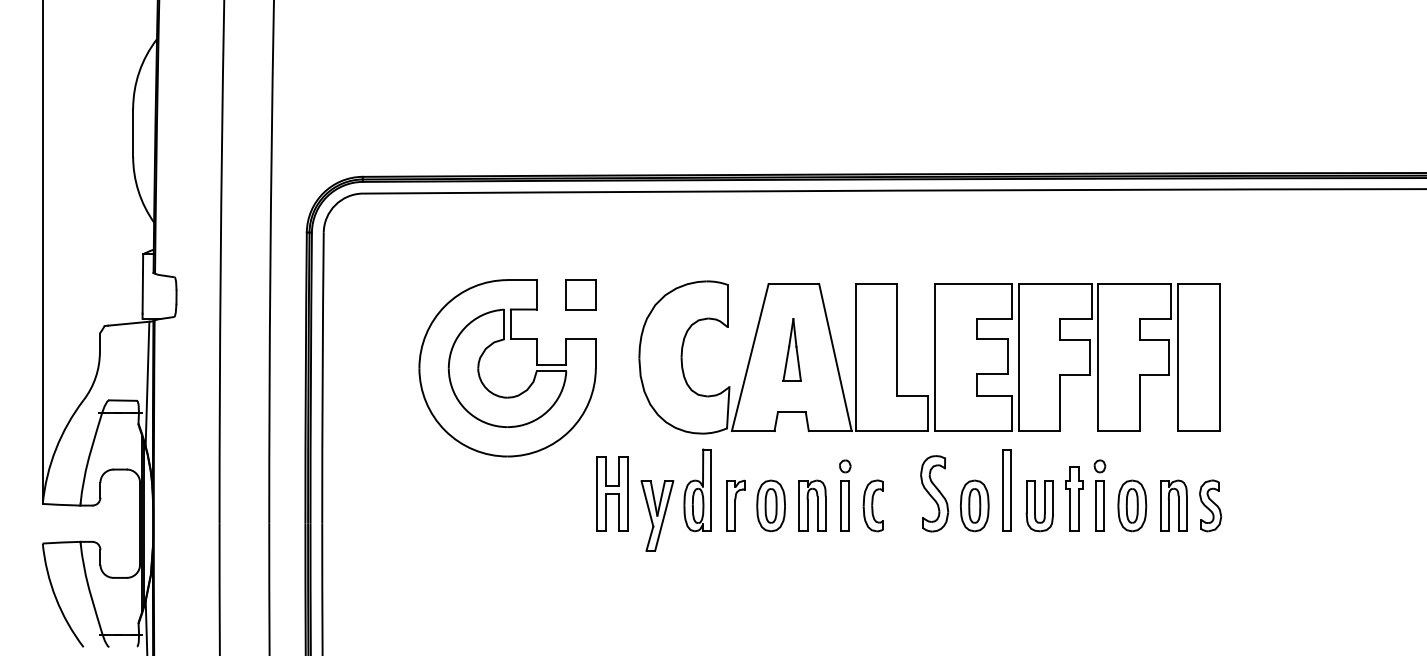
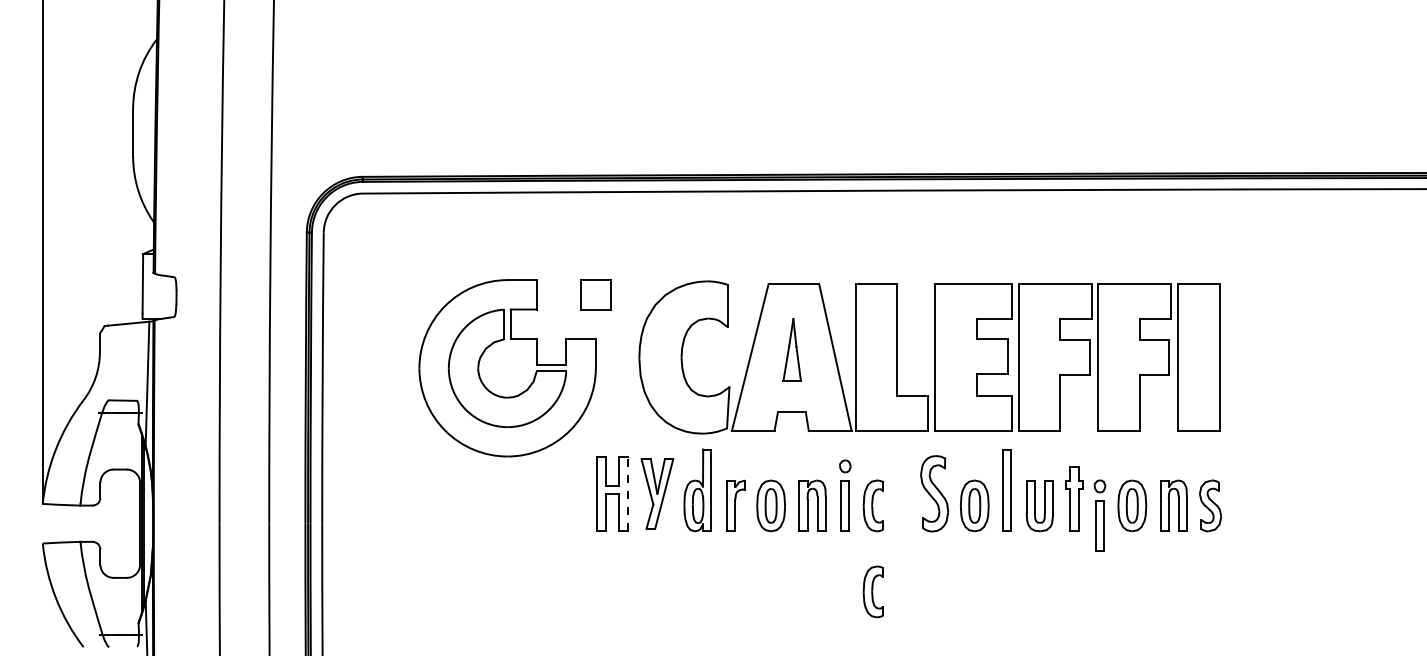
part at (580, 294) position: (580, 294) -> (595, 294)
line at (628, 493): solid -> dashed
part at (1099, 495) position: (1099, 495) -> (1099, 515)
part at (657, 515) position: (657, 515) -> (657, 493)
part at (872, 591): none -> present
